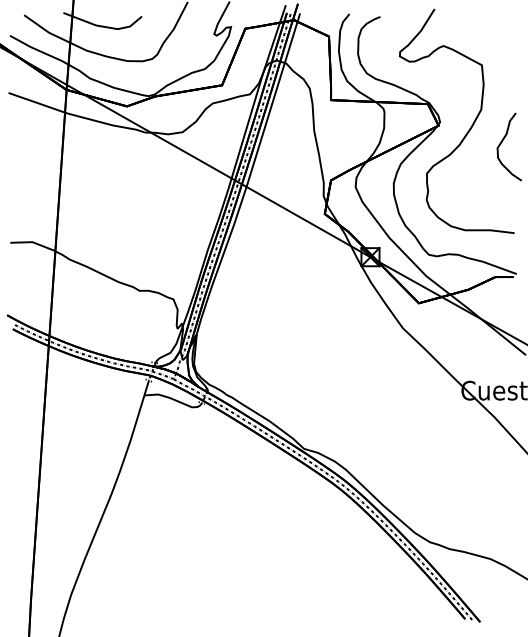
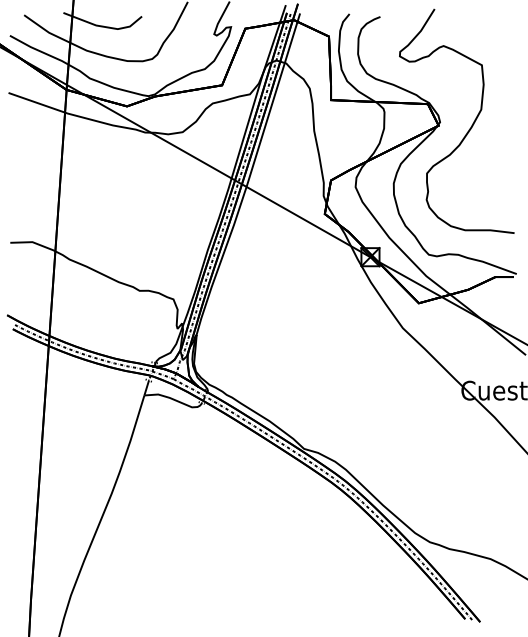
curve at (502, 142): present -> none
